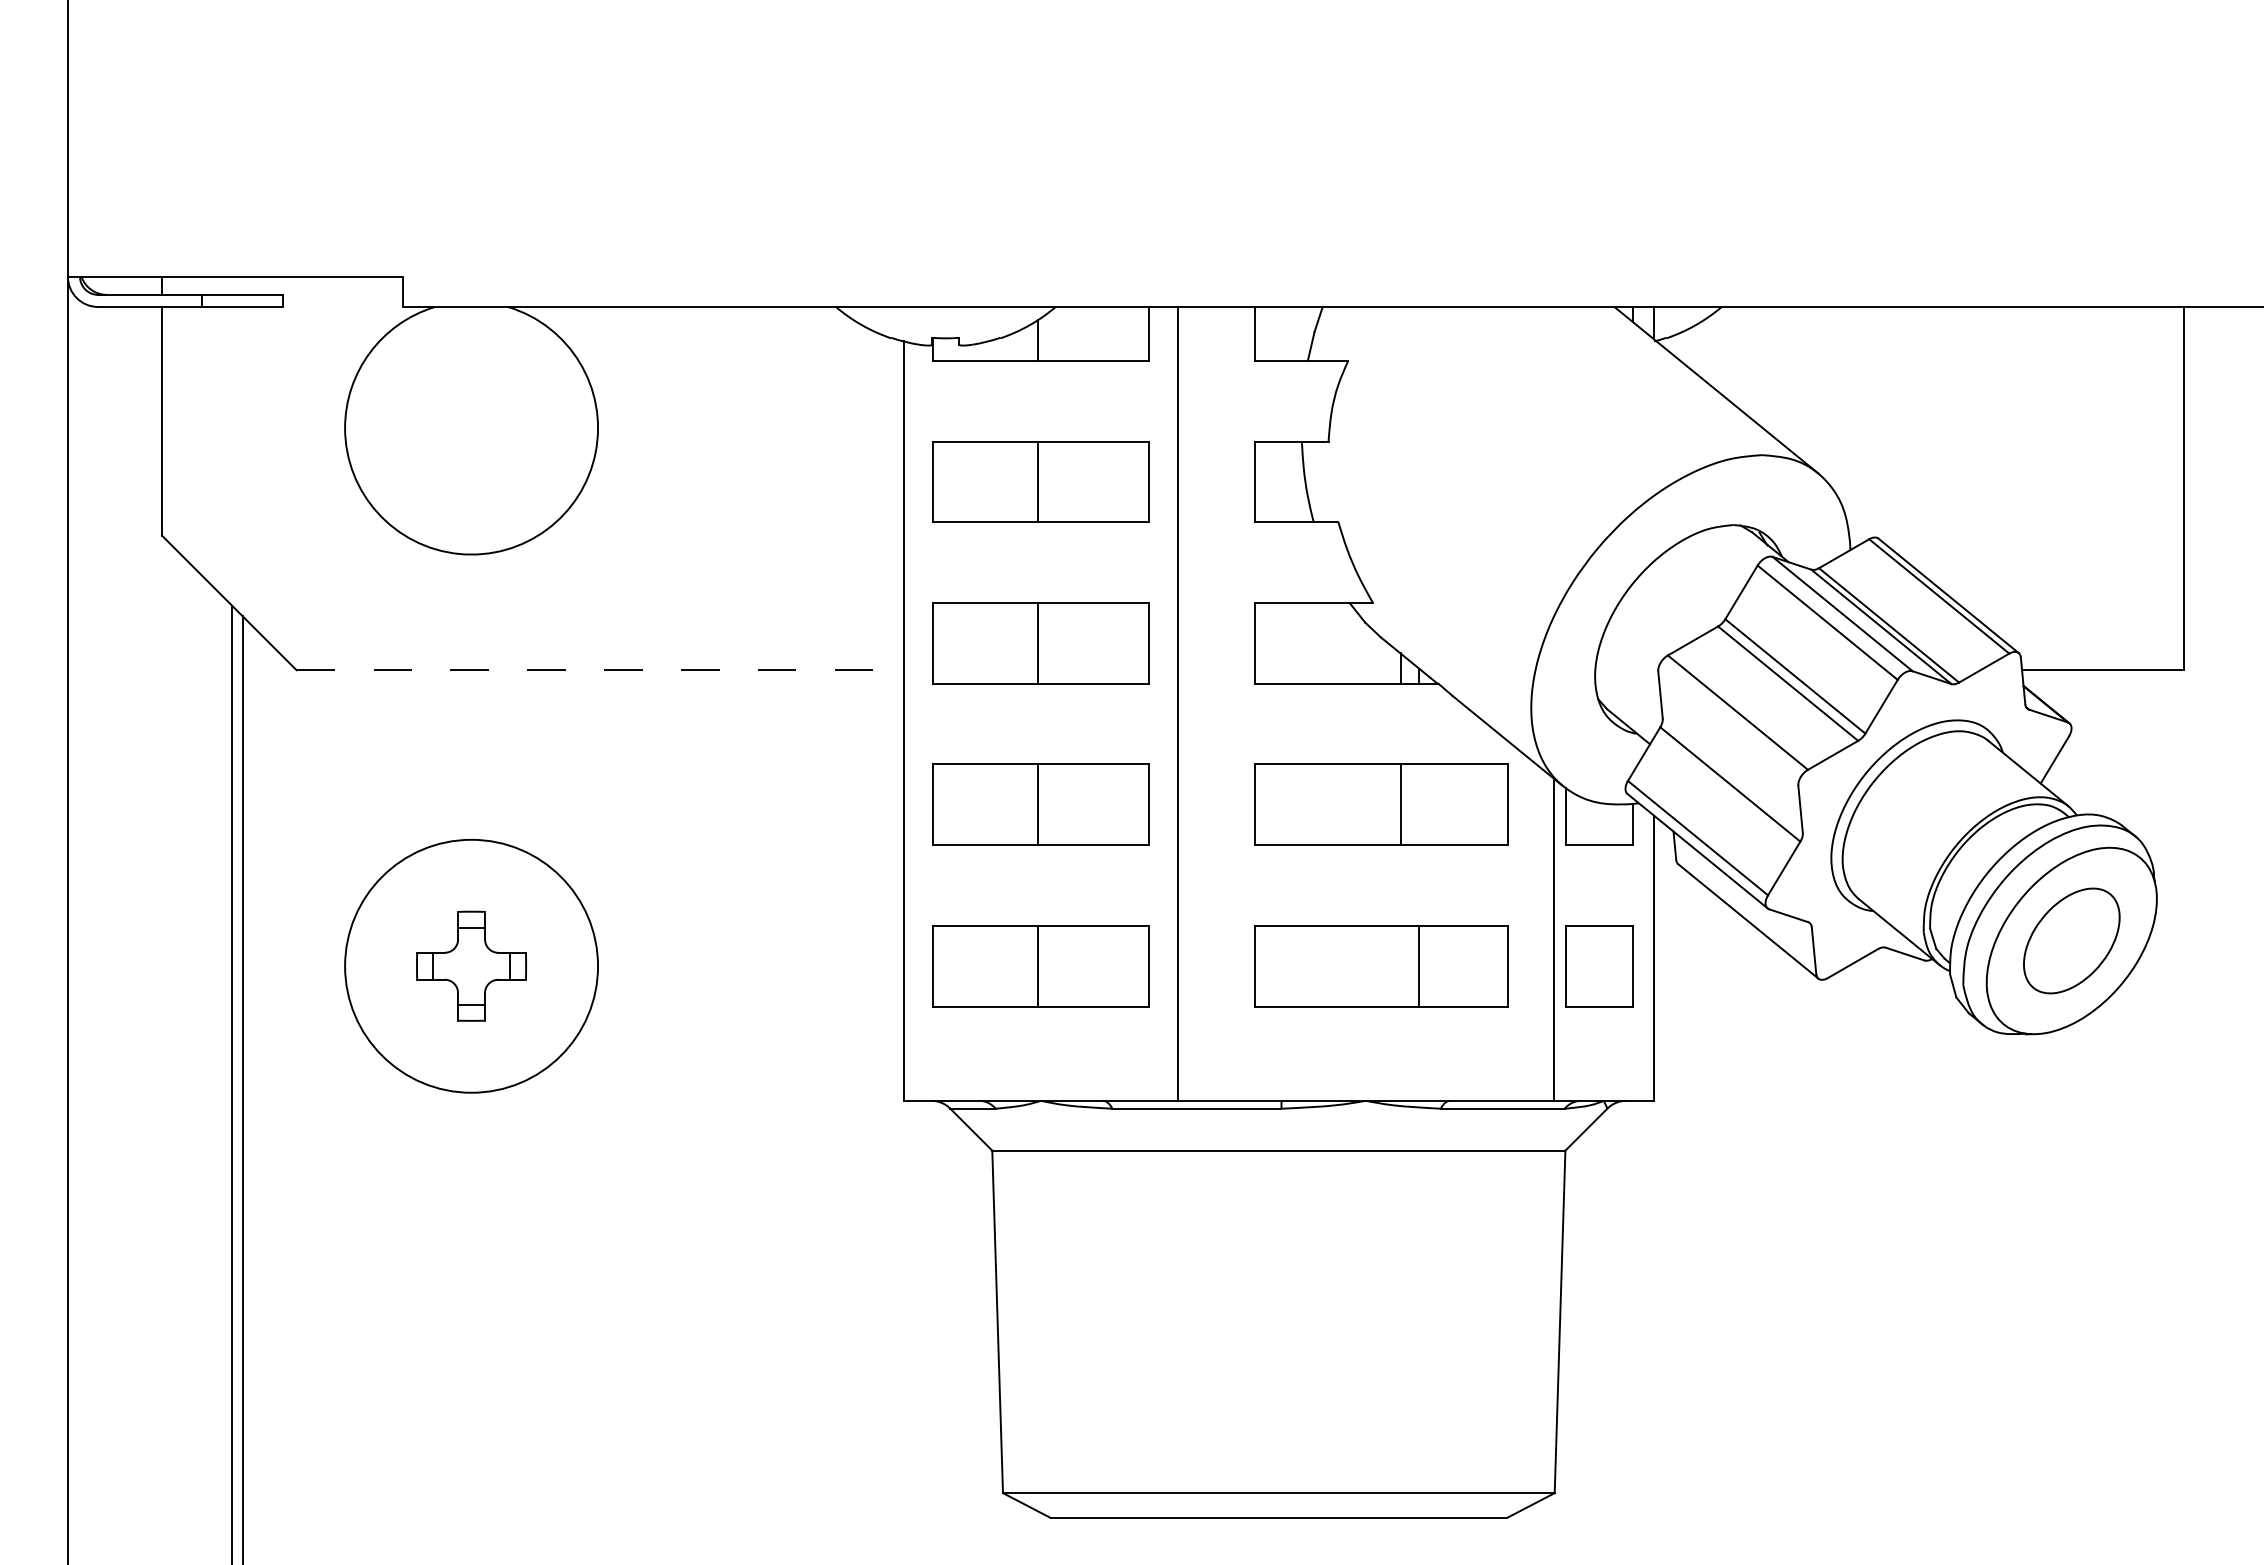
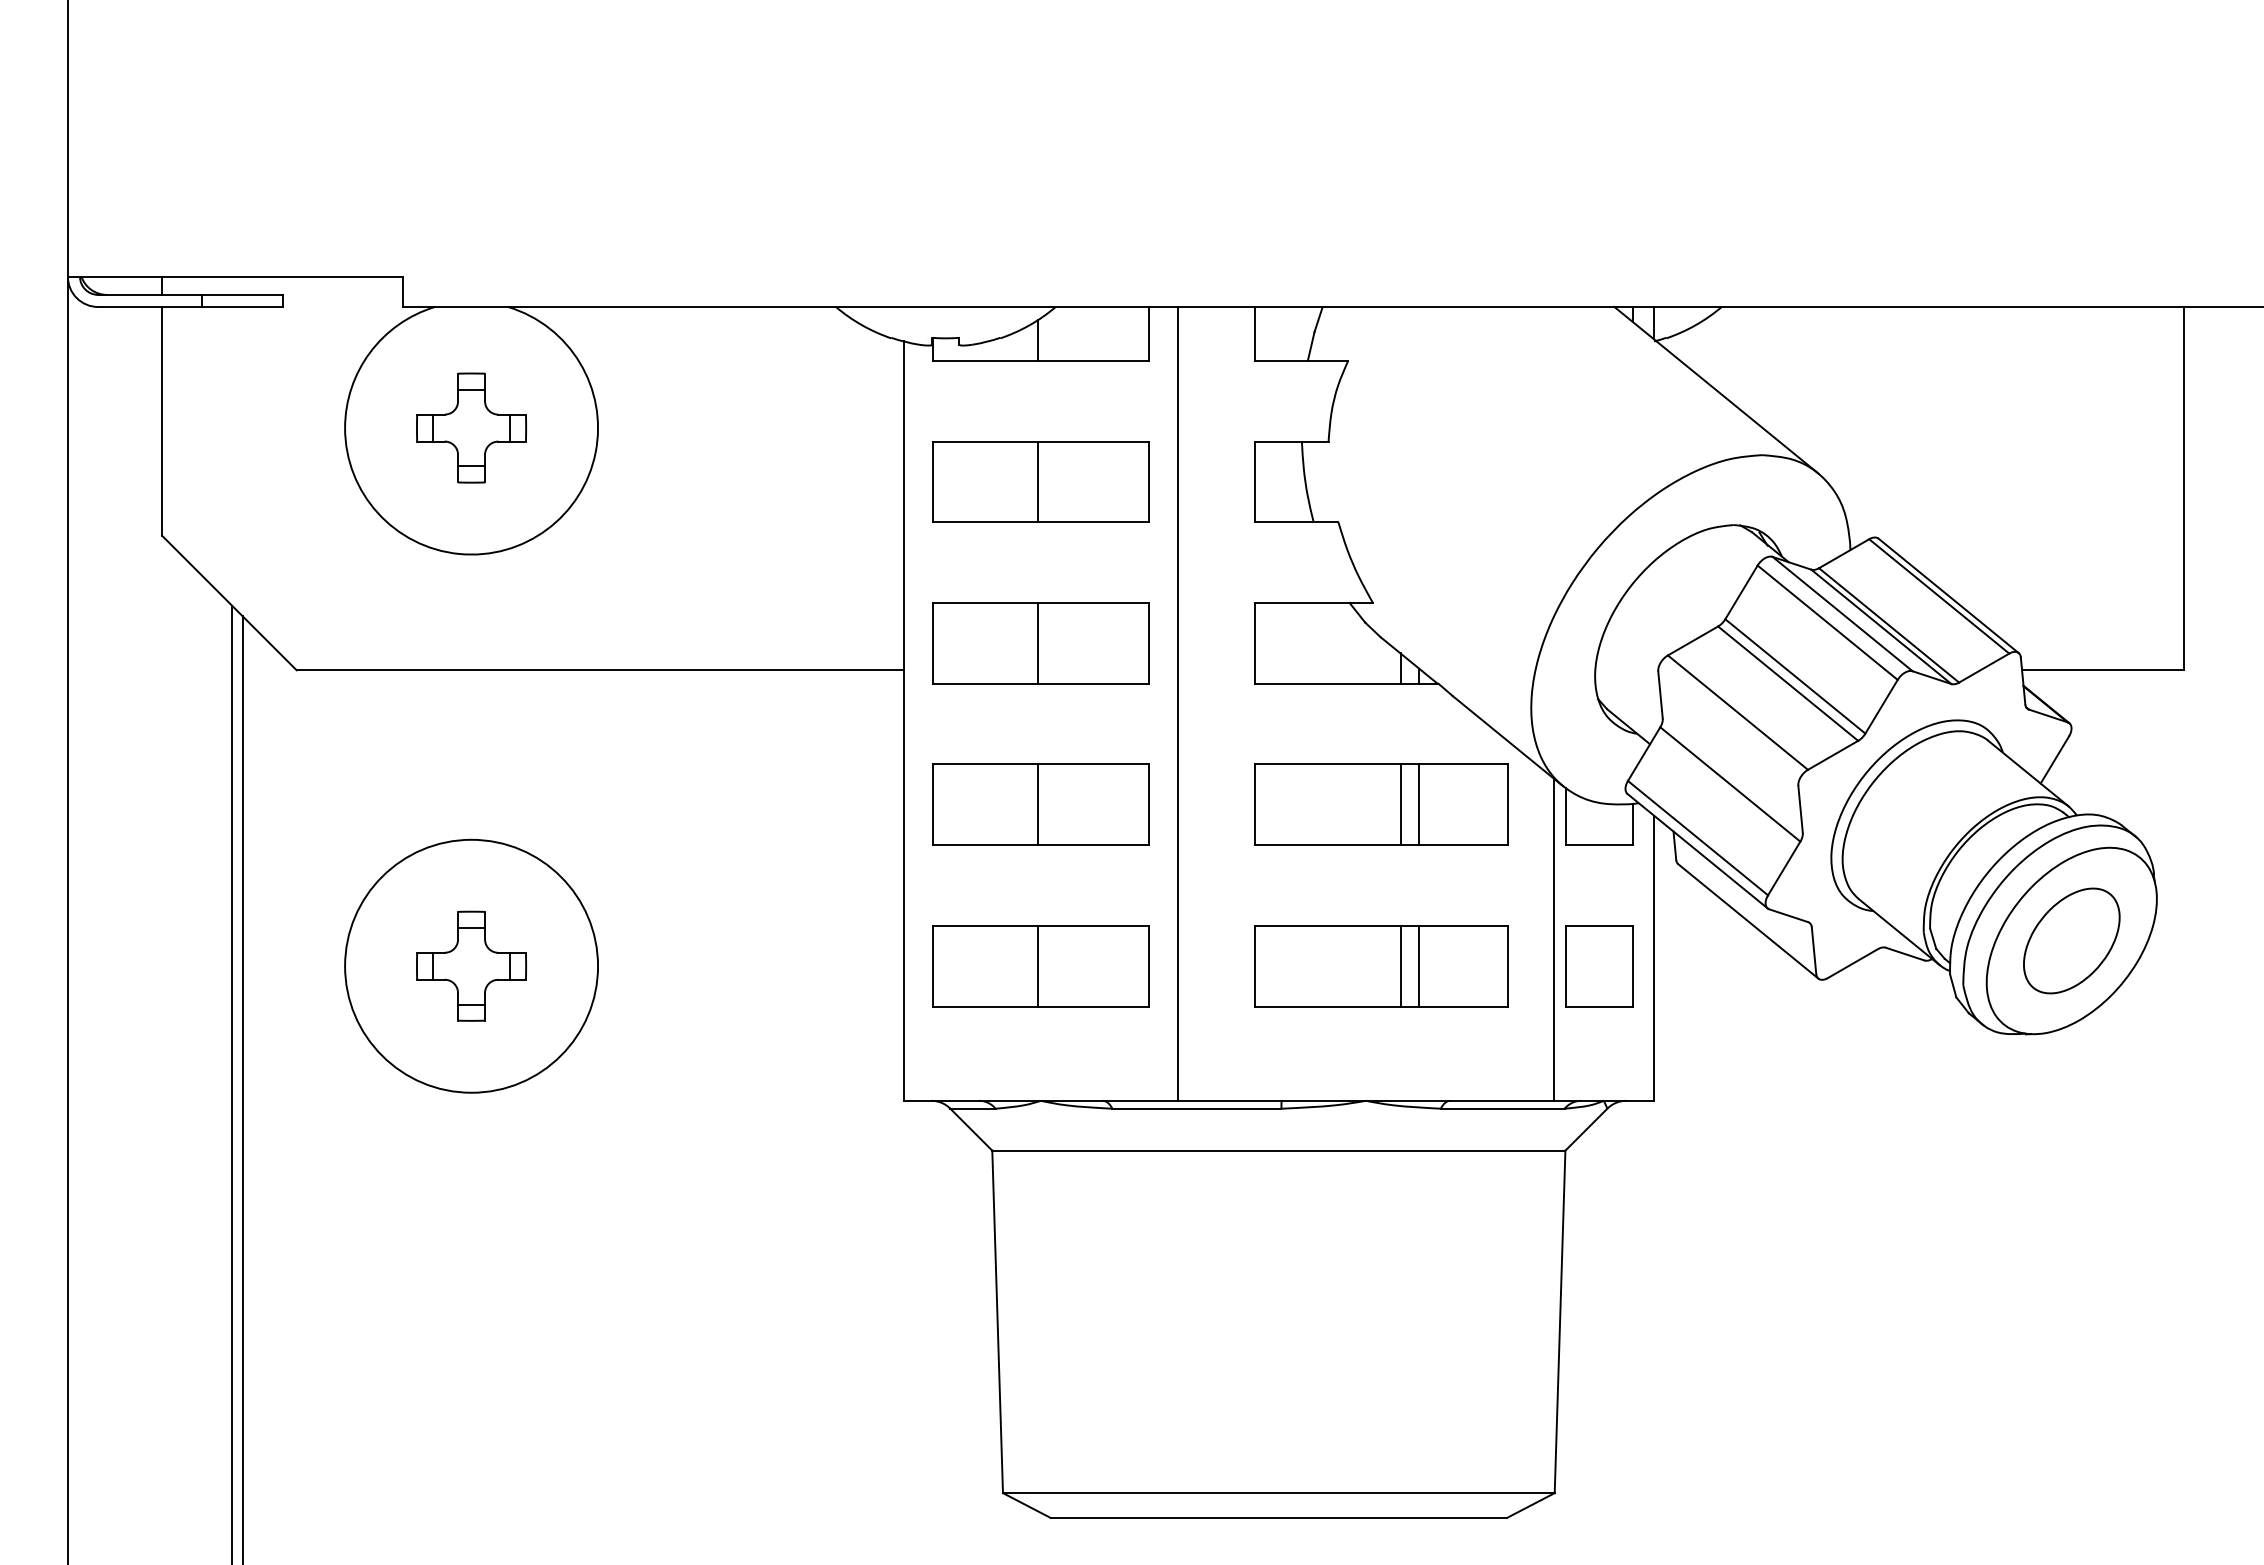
part at (471, 427): none -> present
line at (600, 670): dashed -> solid
line at (1419, 804): none -> present
line at (1400, 965): none -> present
